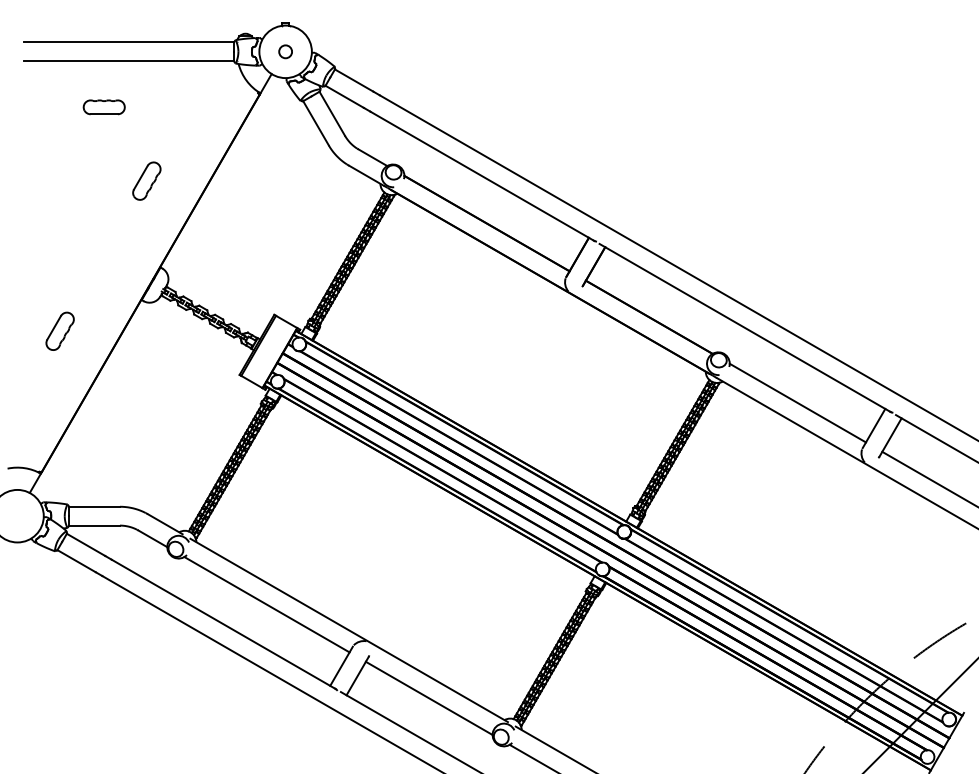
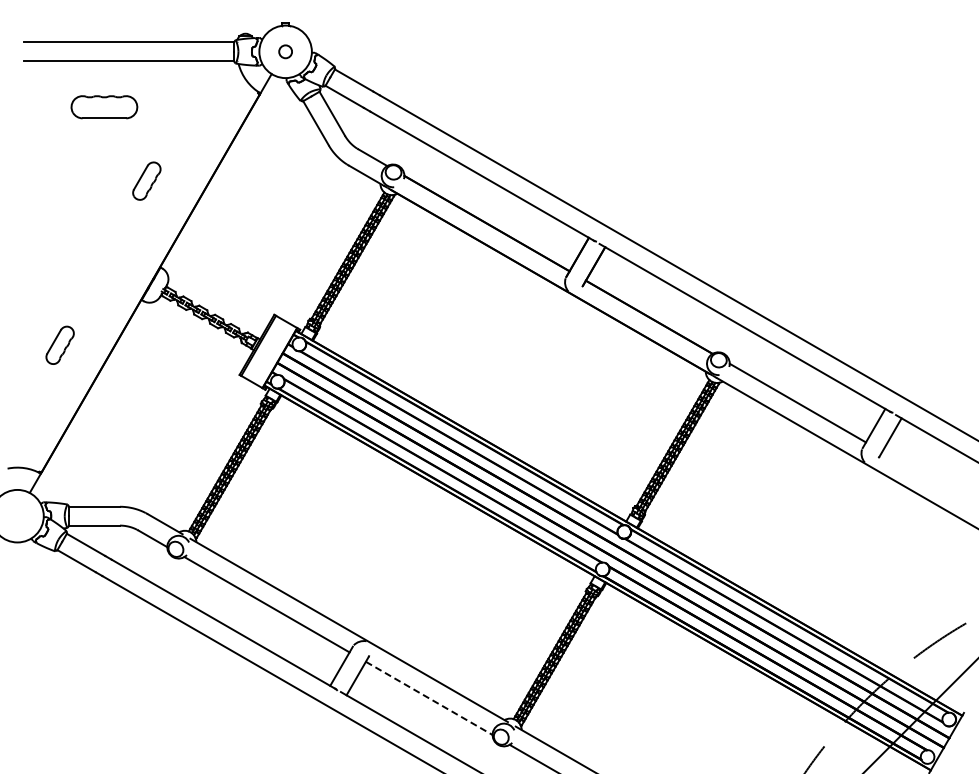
part at (103, 107) size: 44x17 px -> 69x25 px
part at (59, 330) position: (59, 330) -> (59, 344)
line at (928, 478): present -> none
line at (429, 698): solid -> dashed
